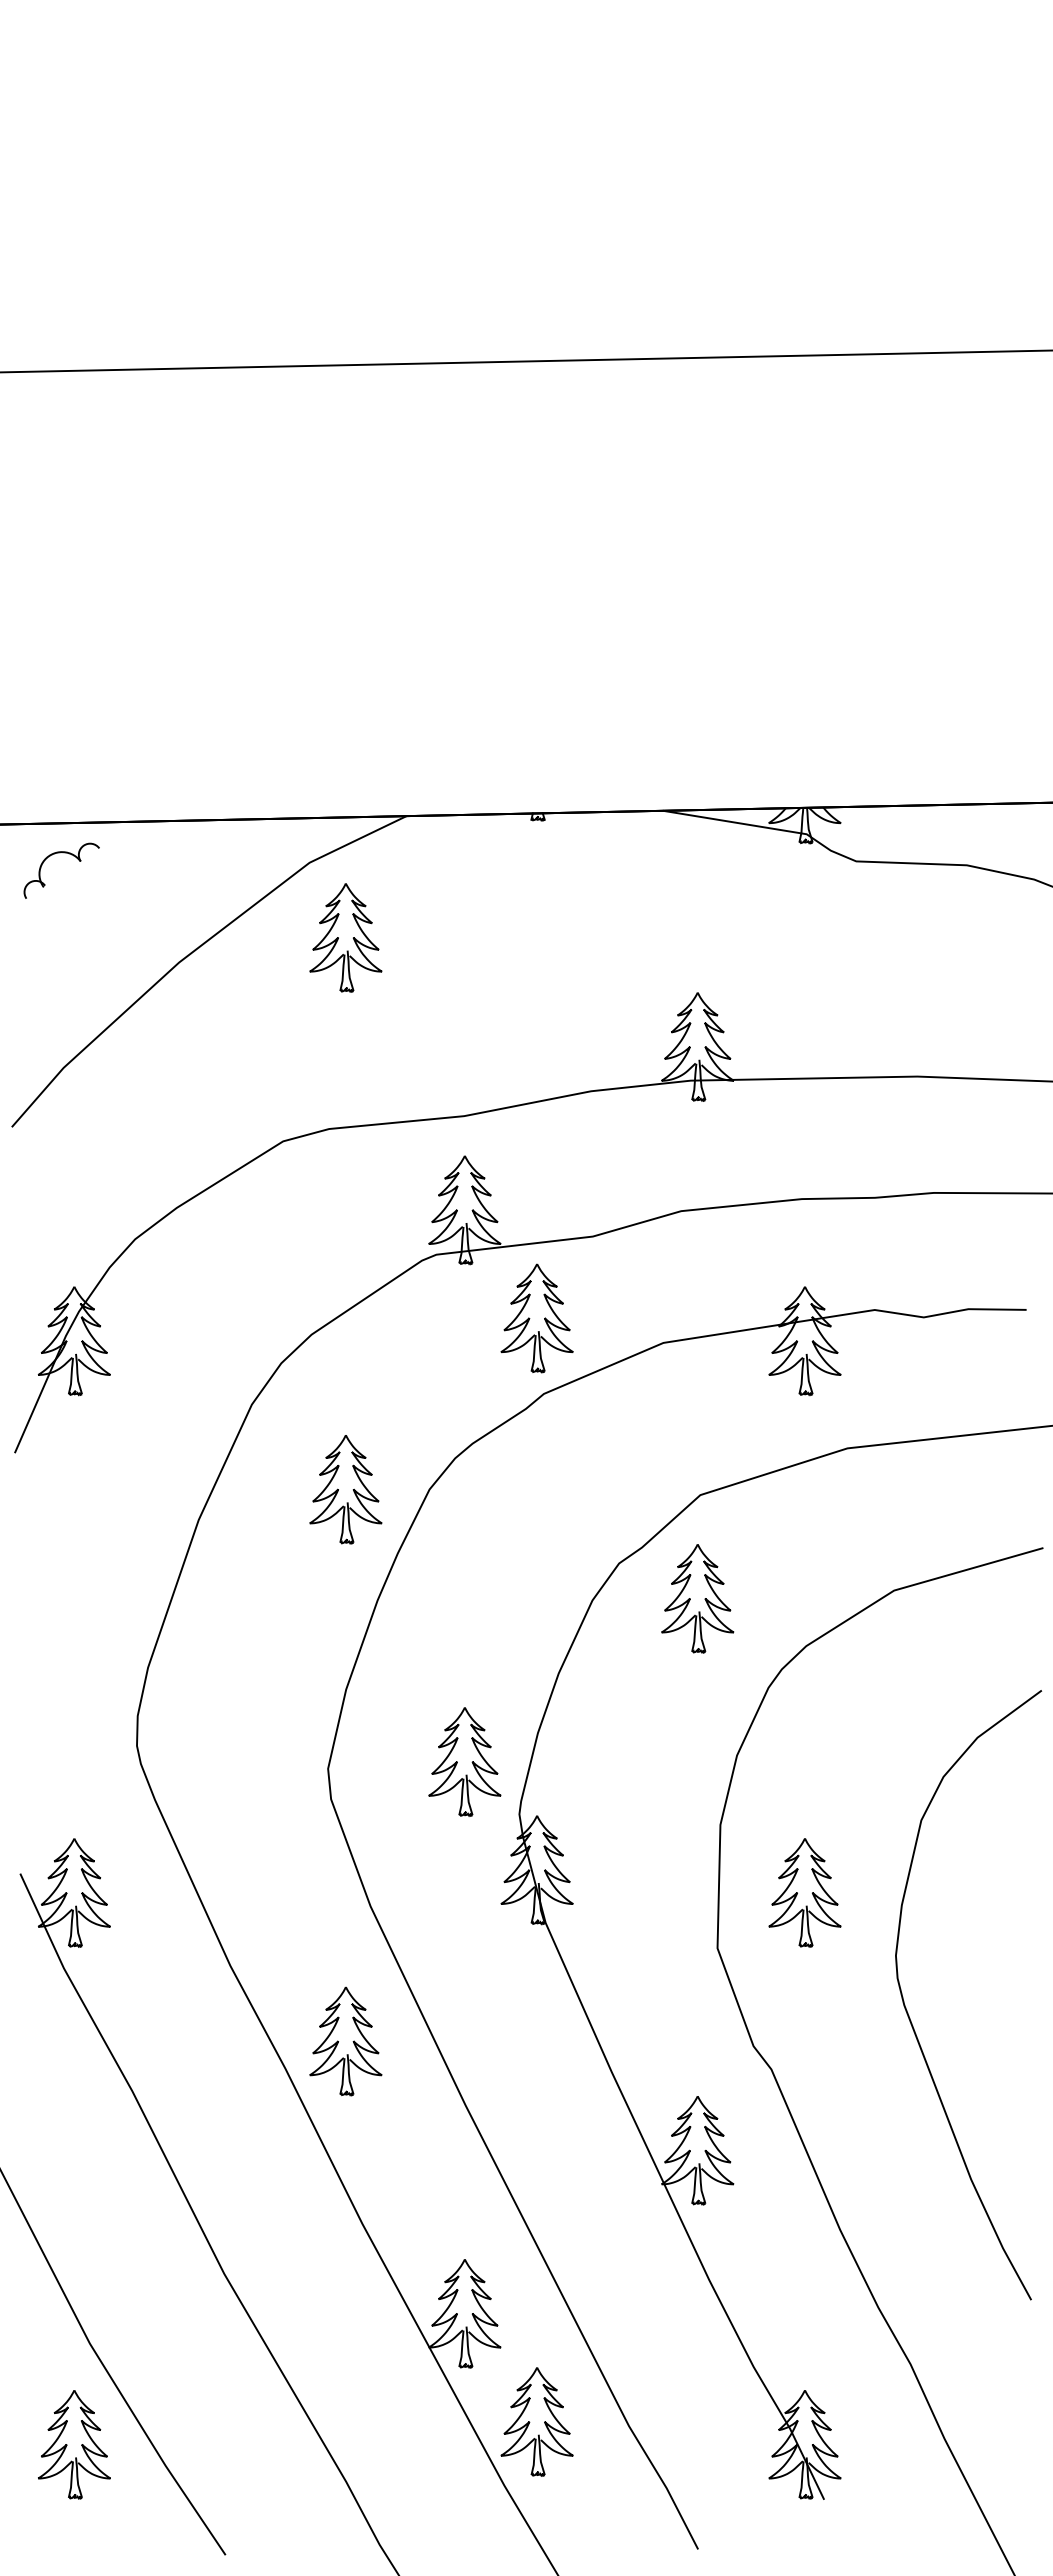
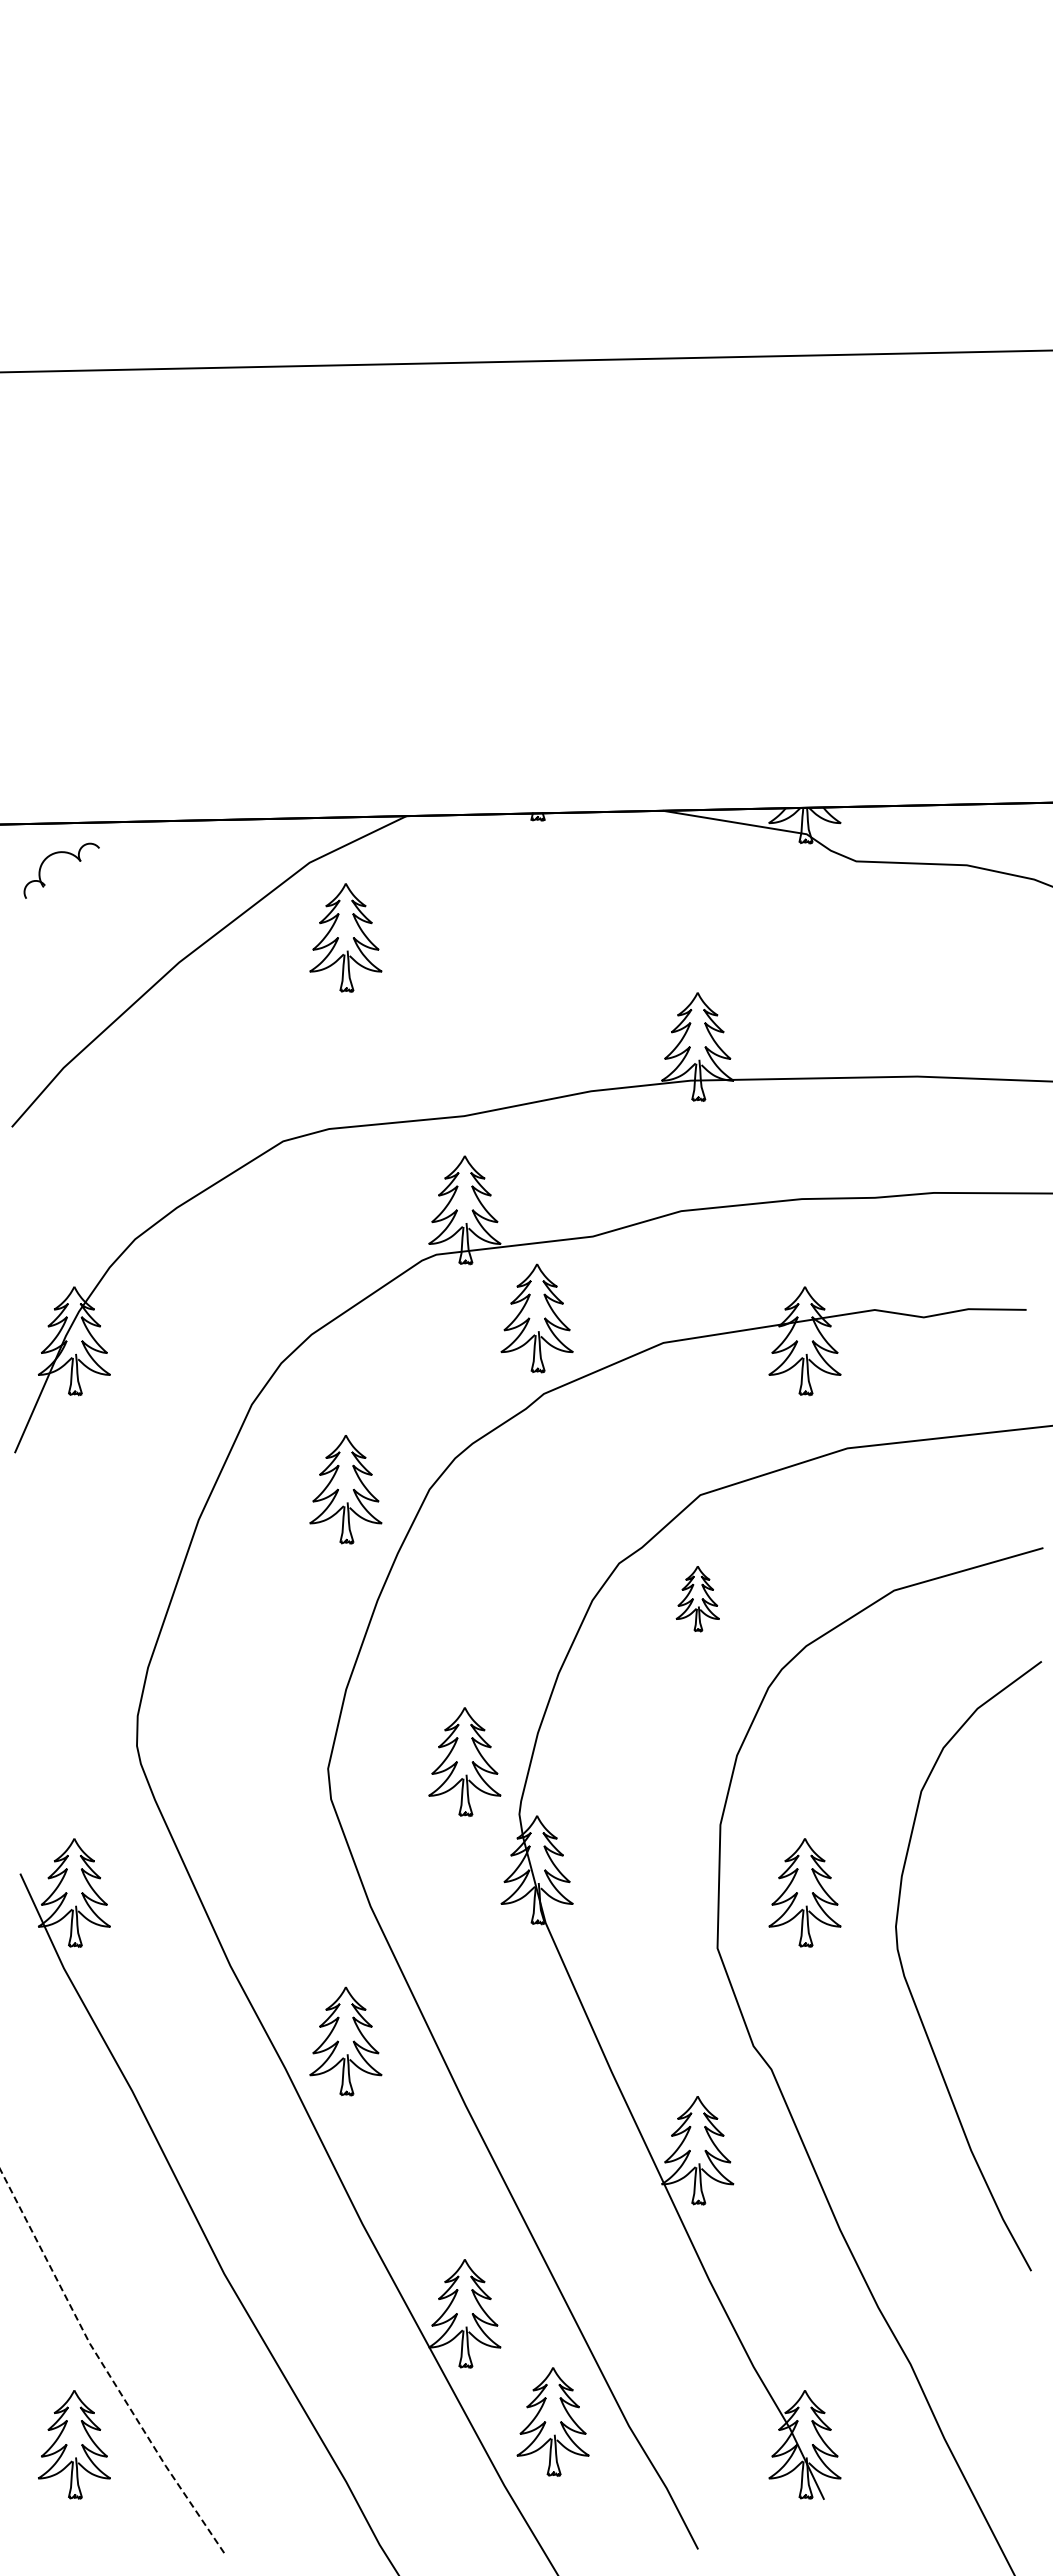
part at (697, 1598) size: 74x110 px -> 45x67 px
curve at (911, 2020) position: (911, 2020) -> (911, 1991)
line at (104, 2367): solid -> dashed
part at (536, 2421) position: (536, 2421) -> (552, 2421)
